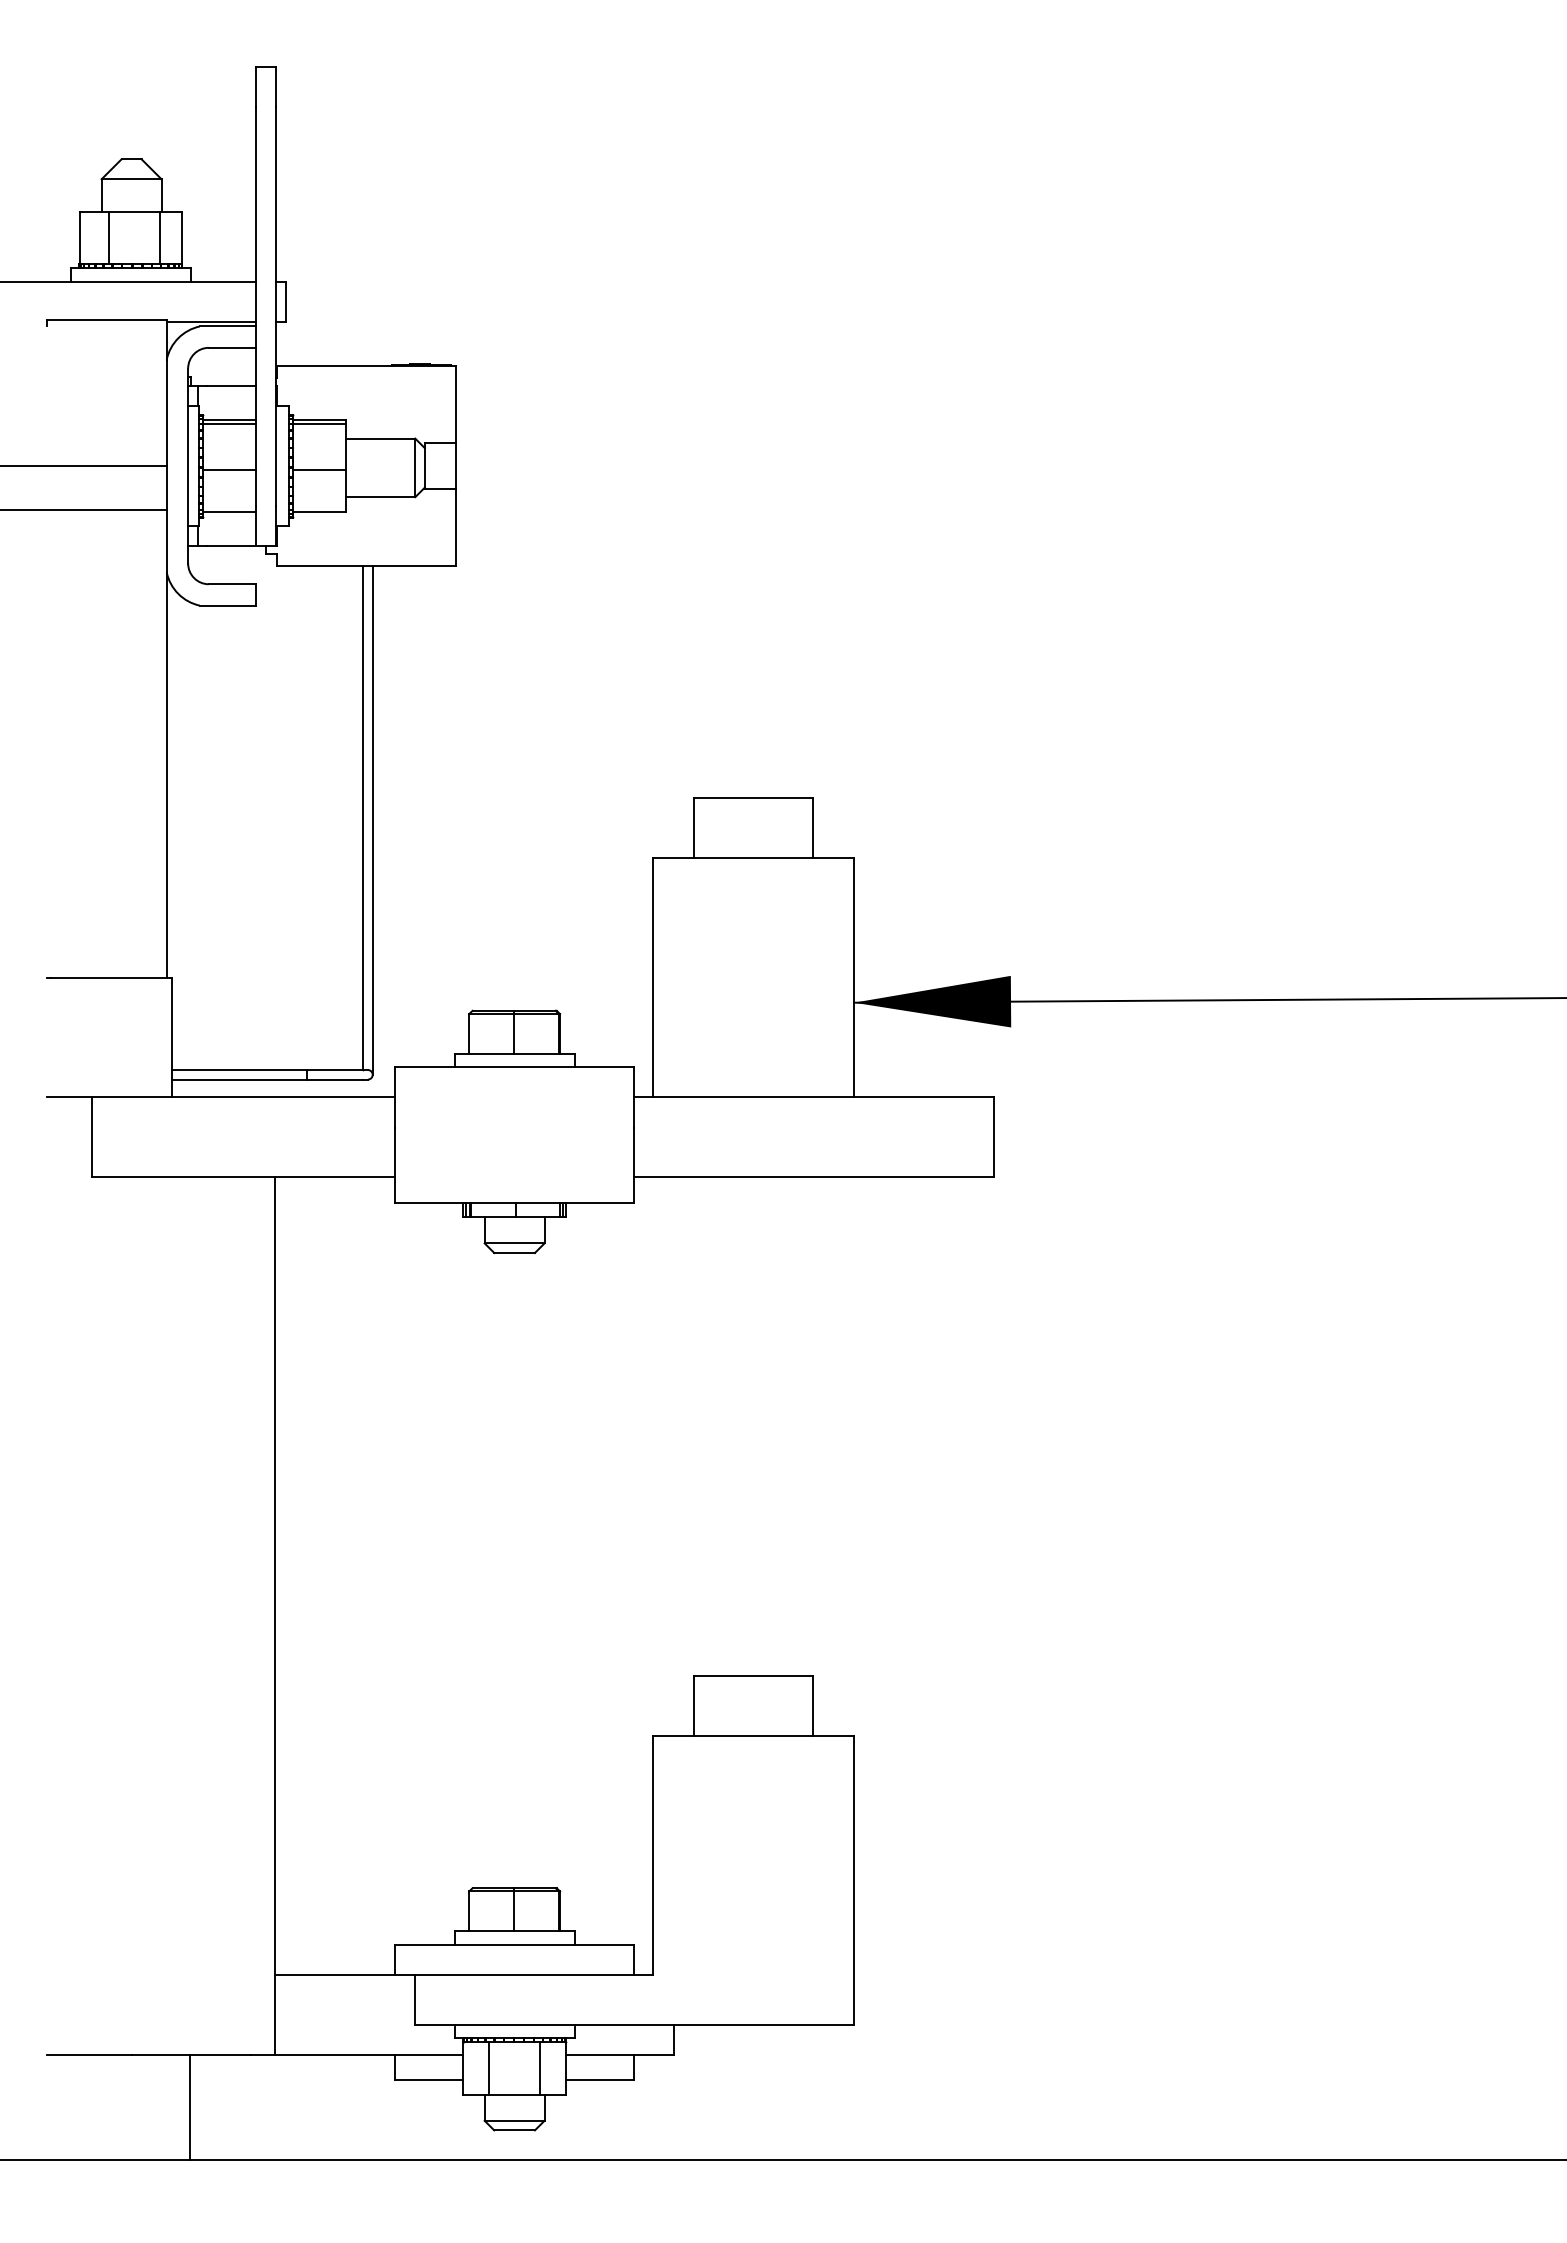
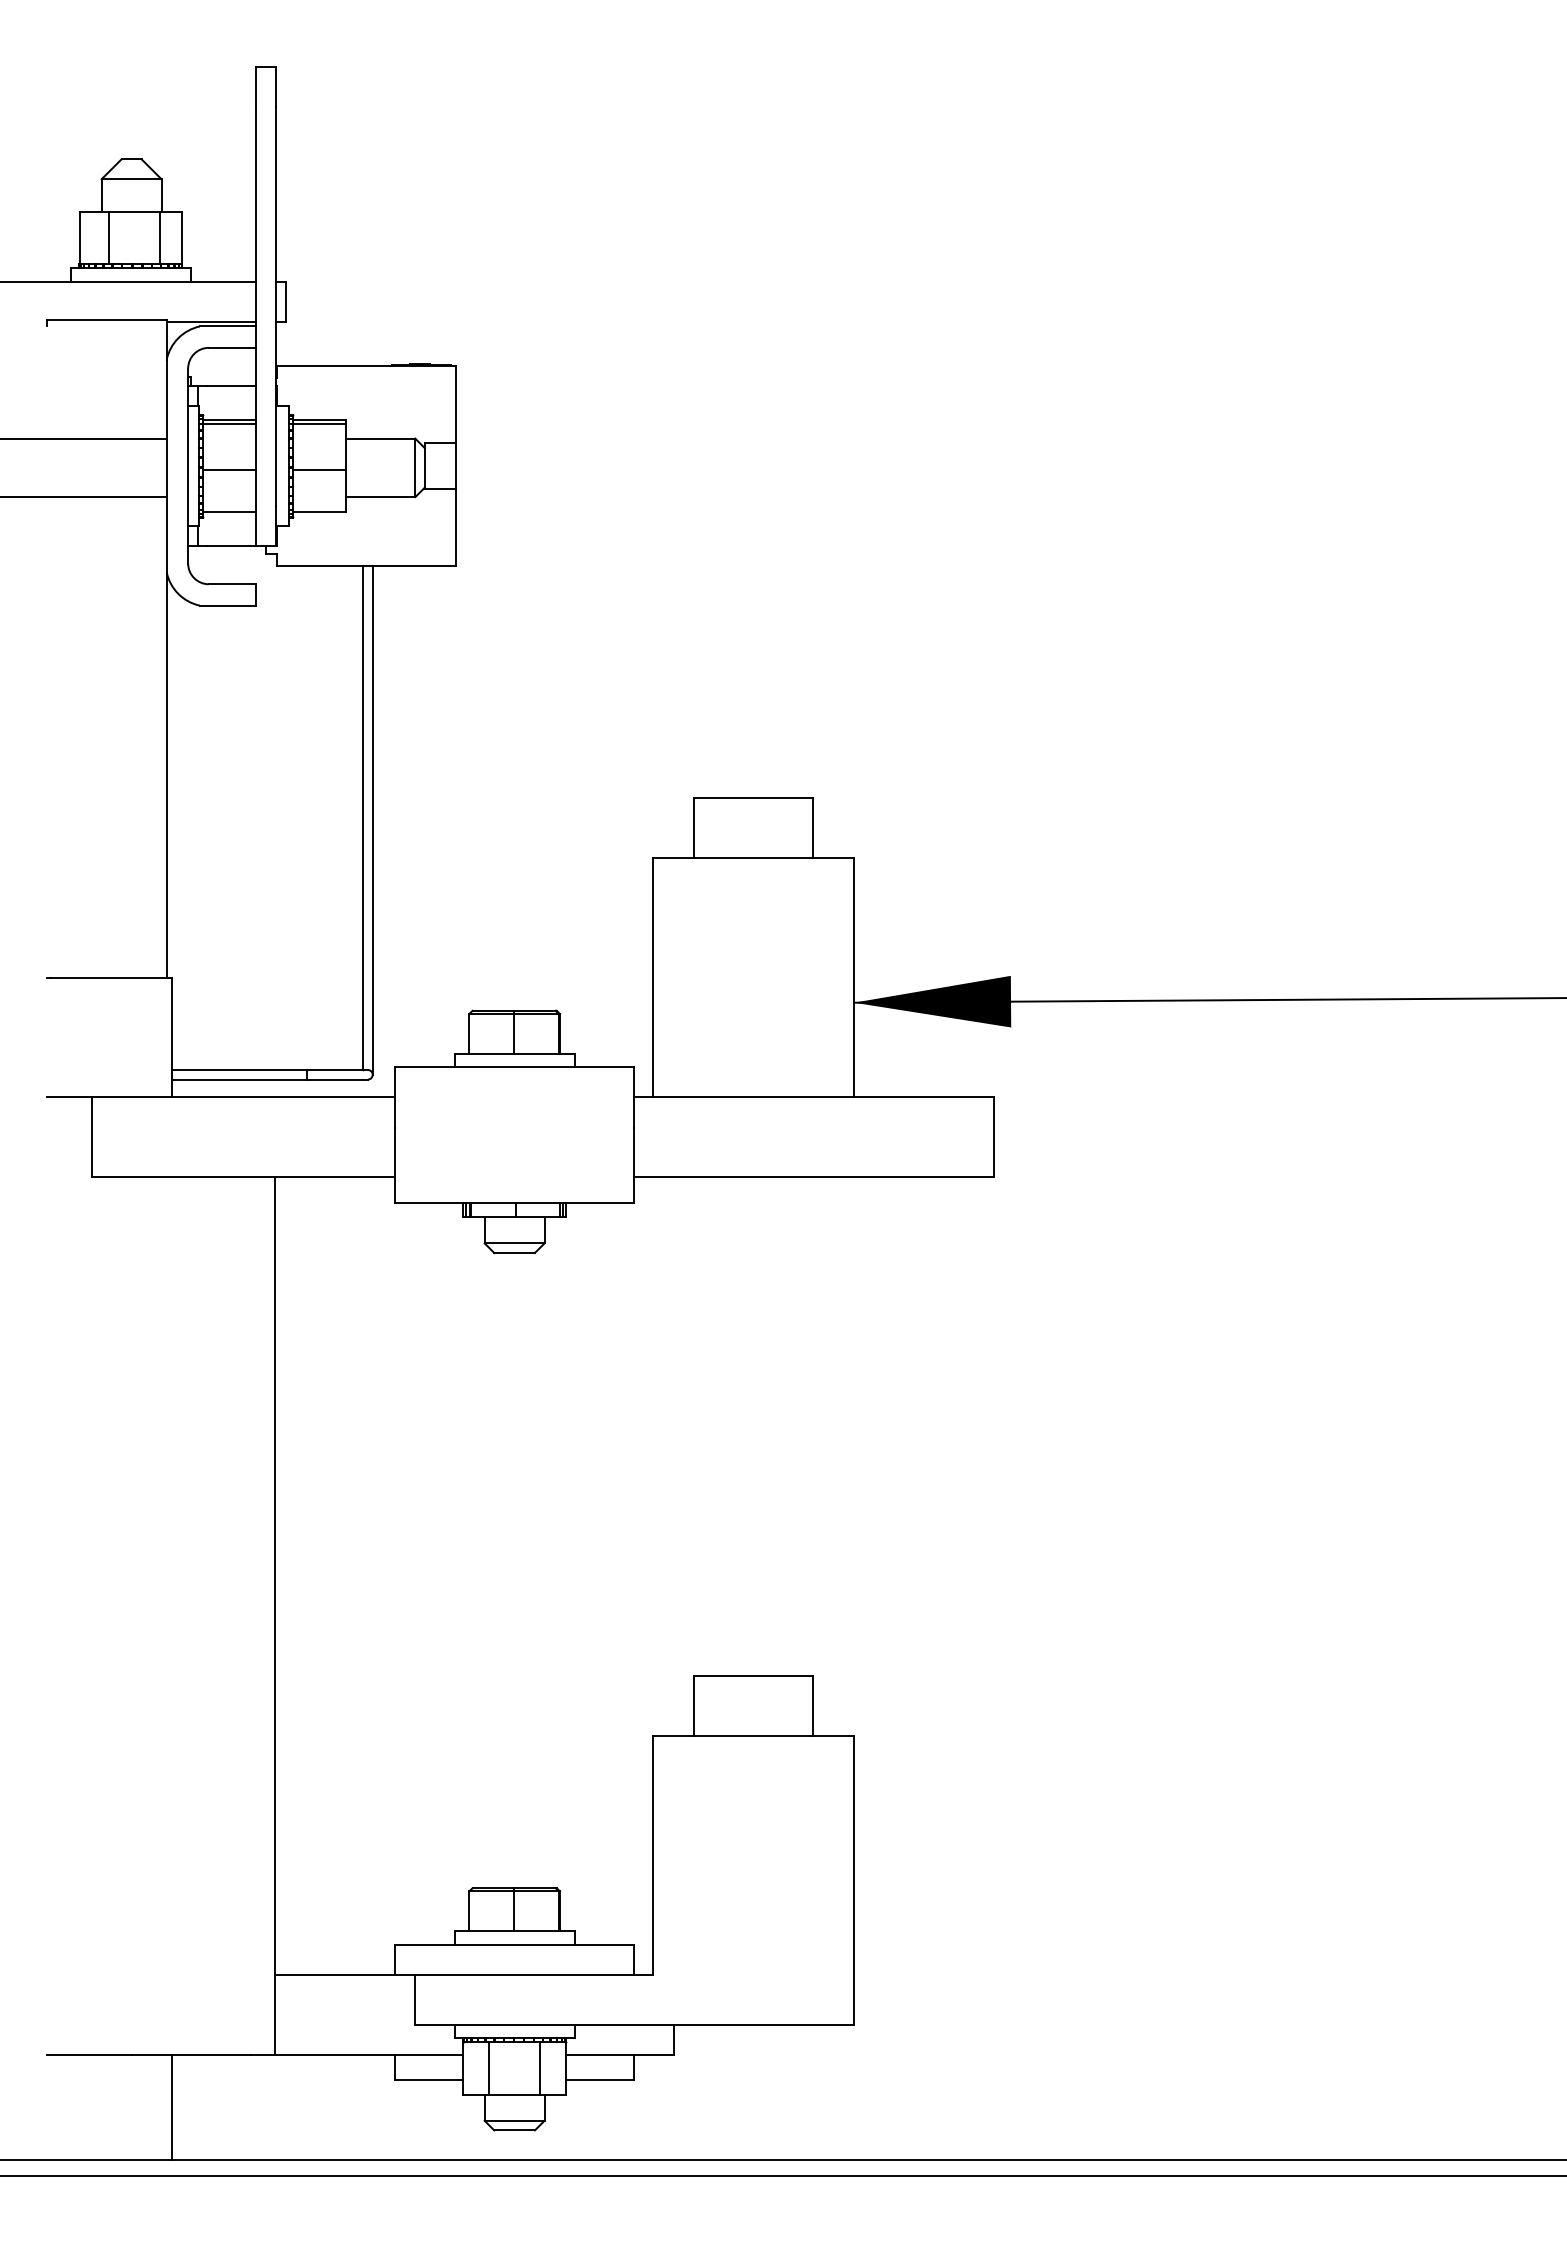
line at (84, 465) position: (84, 465) -> (84, 438)
line at (84, 510) position: (84, 510) -> (84, 497)
line at (189, 2107) position: (189, 2107) -> (171, 2107)
line at (782, 2175): none -> present
